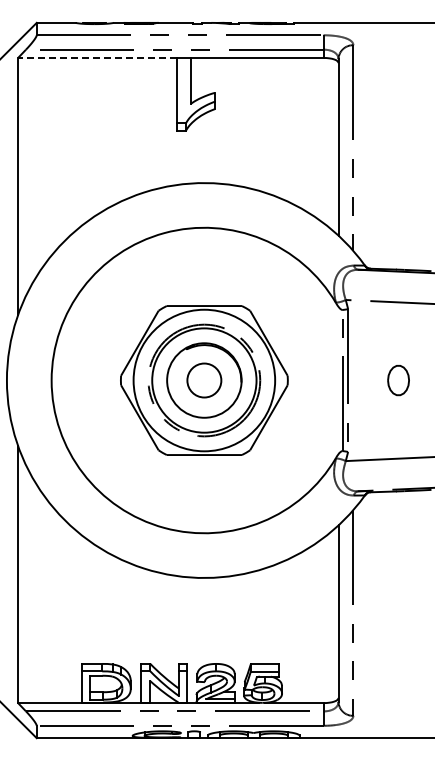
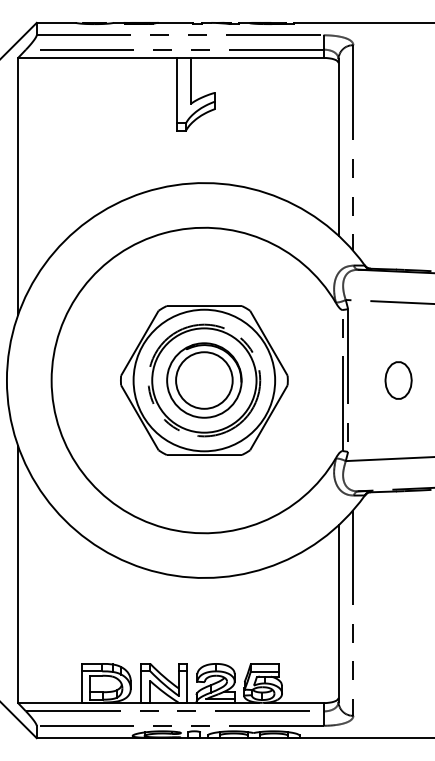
line at (97, 57): dashed -> solid
circle at (204, 380) diameter: 34 px -> 57 px
part at (398, 380) size: 23x32 px -> 29x39 px
